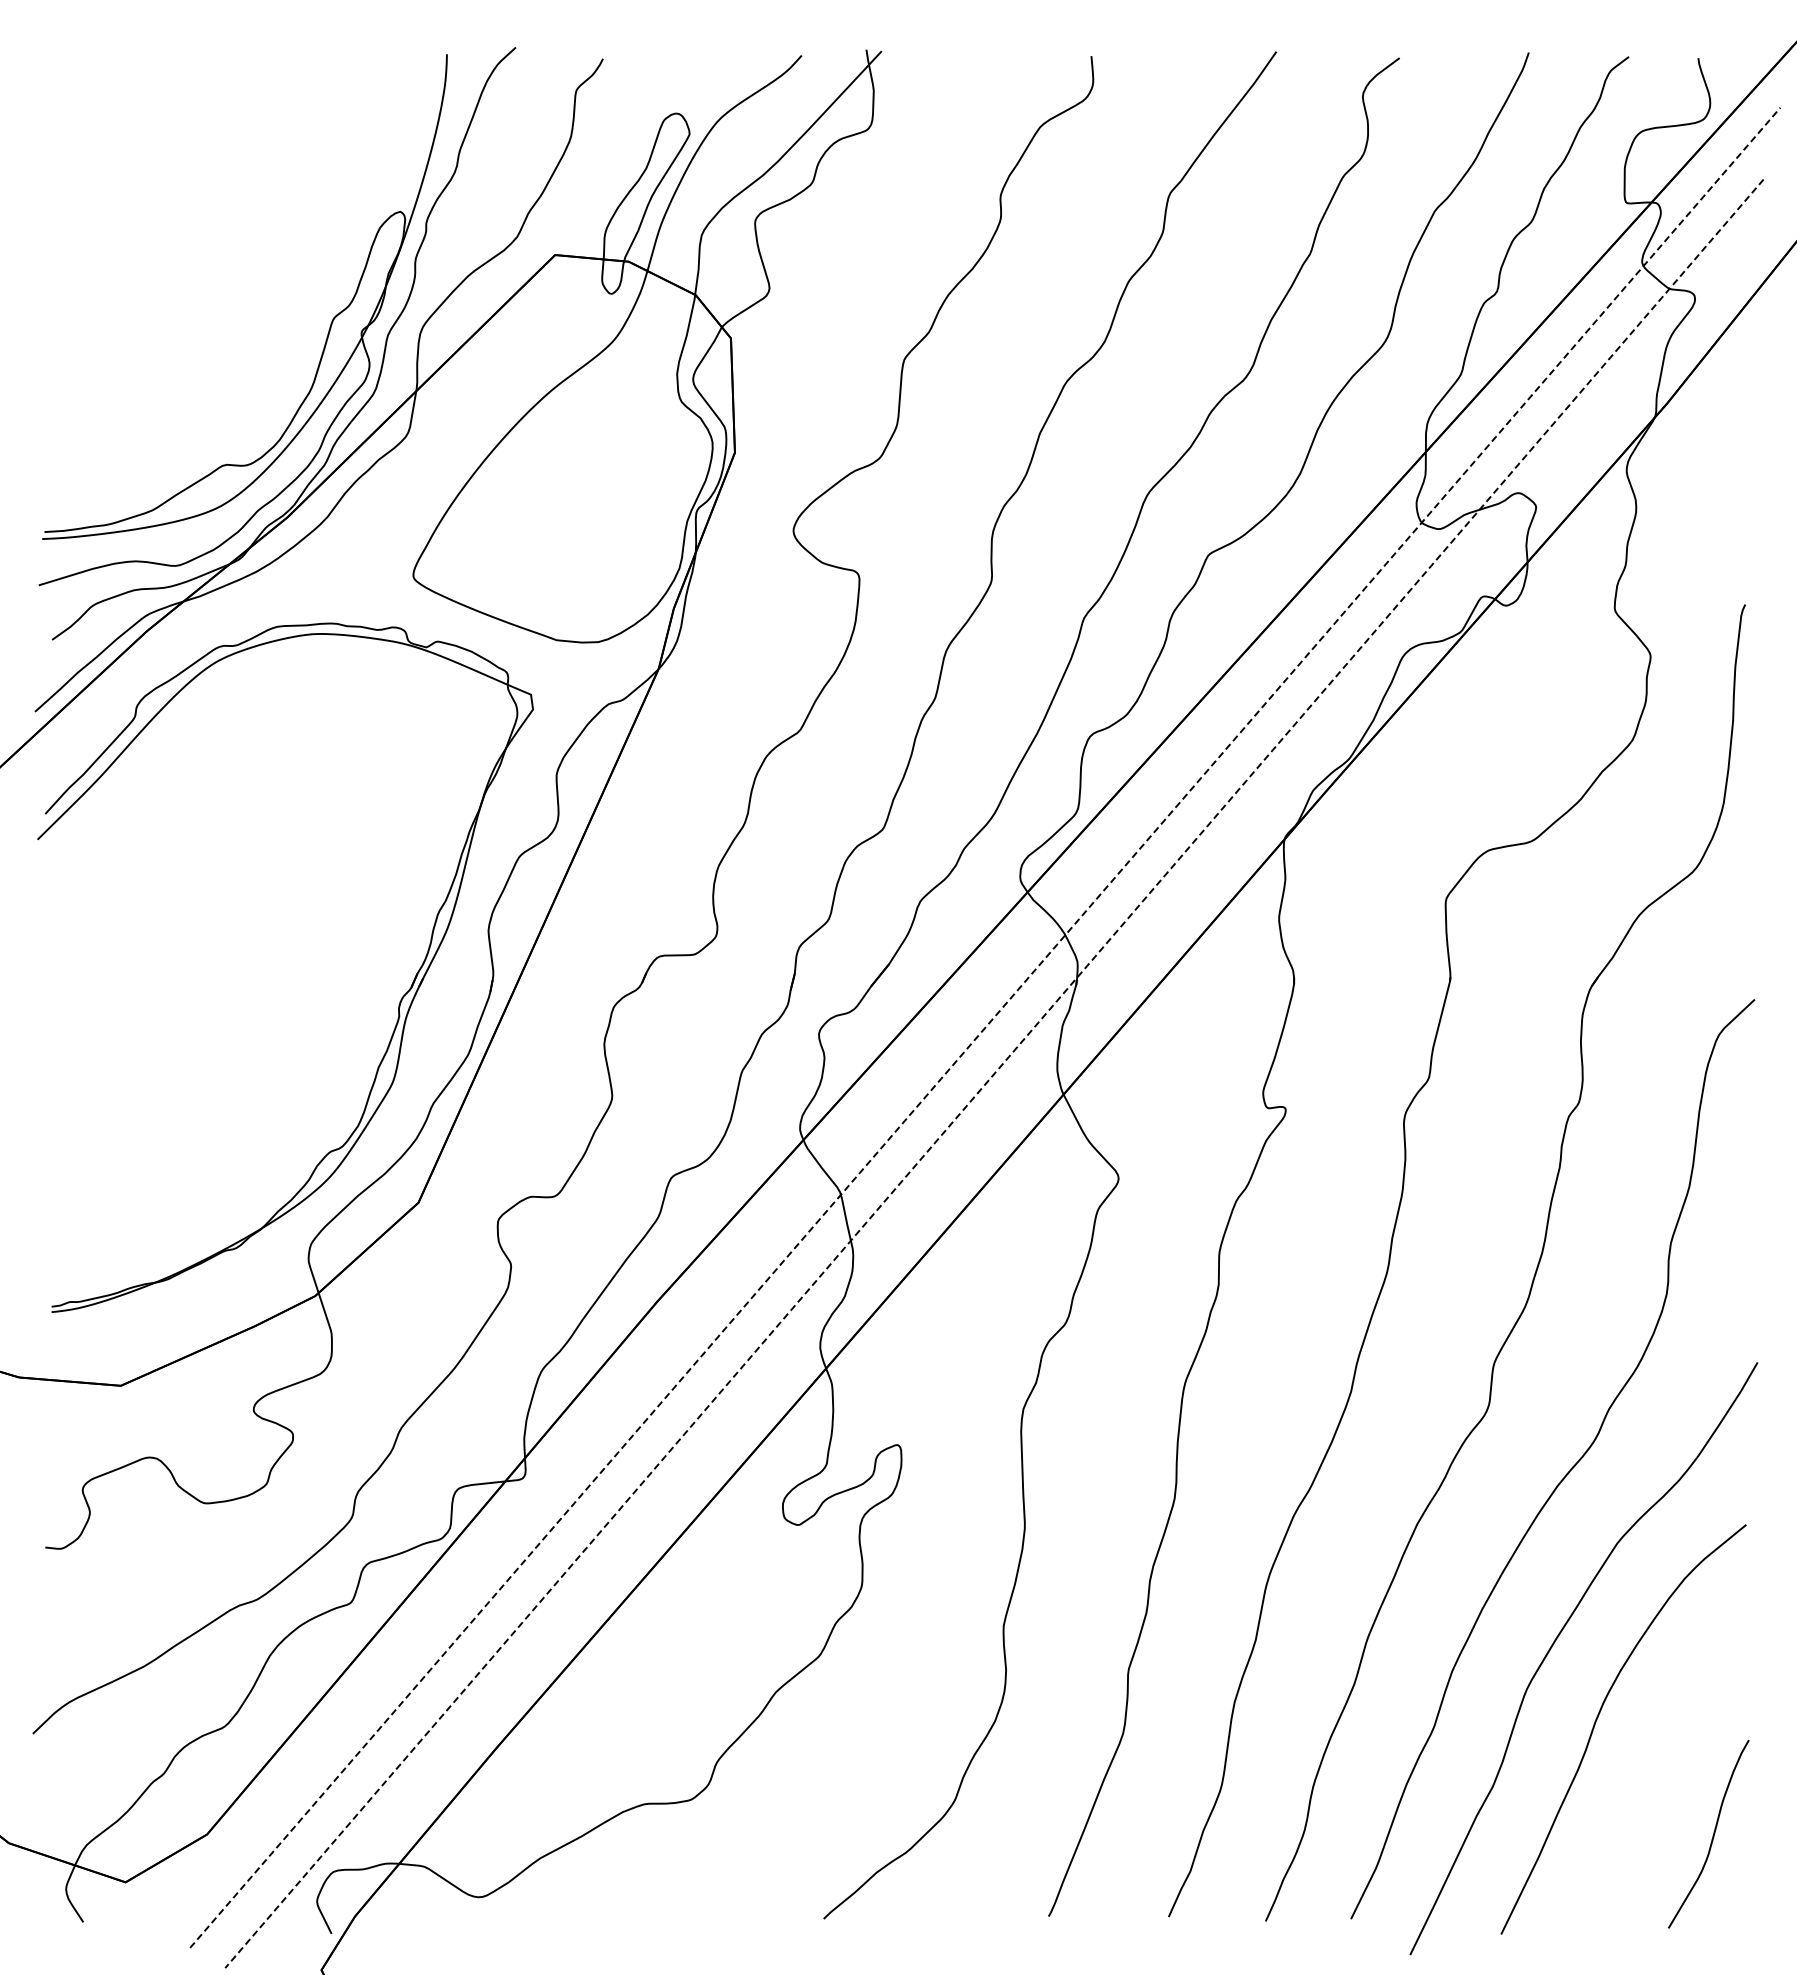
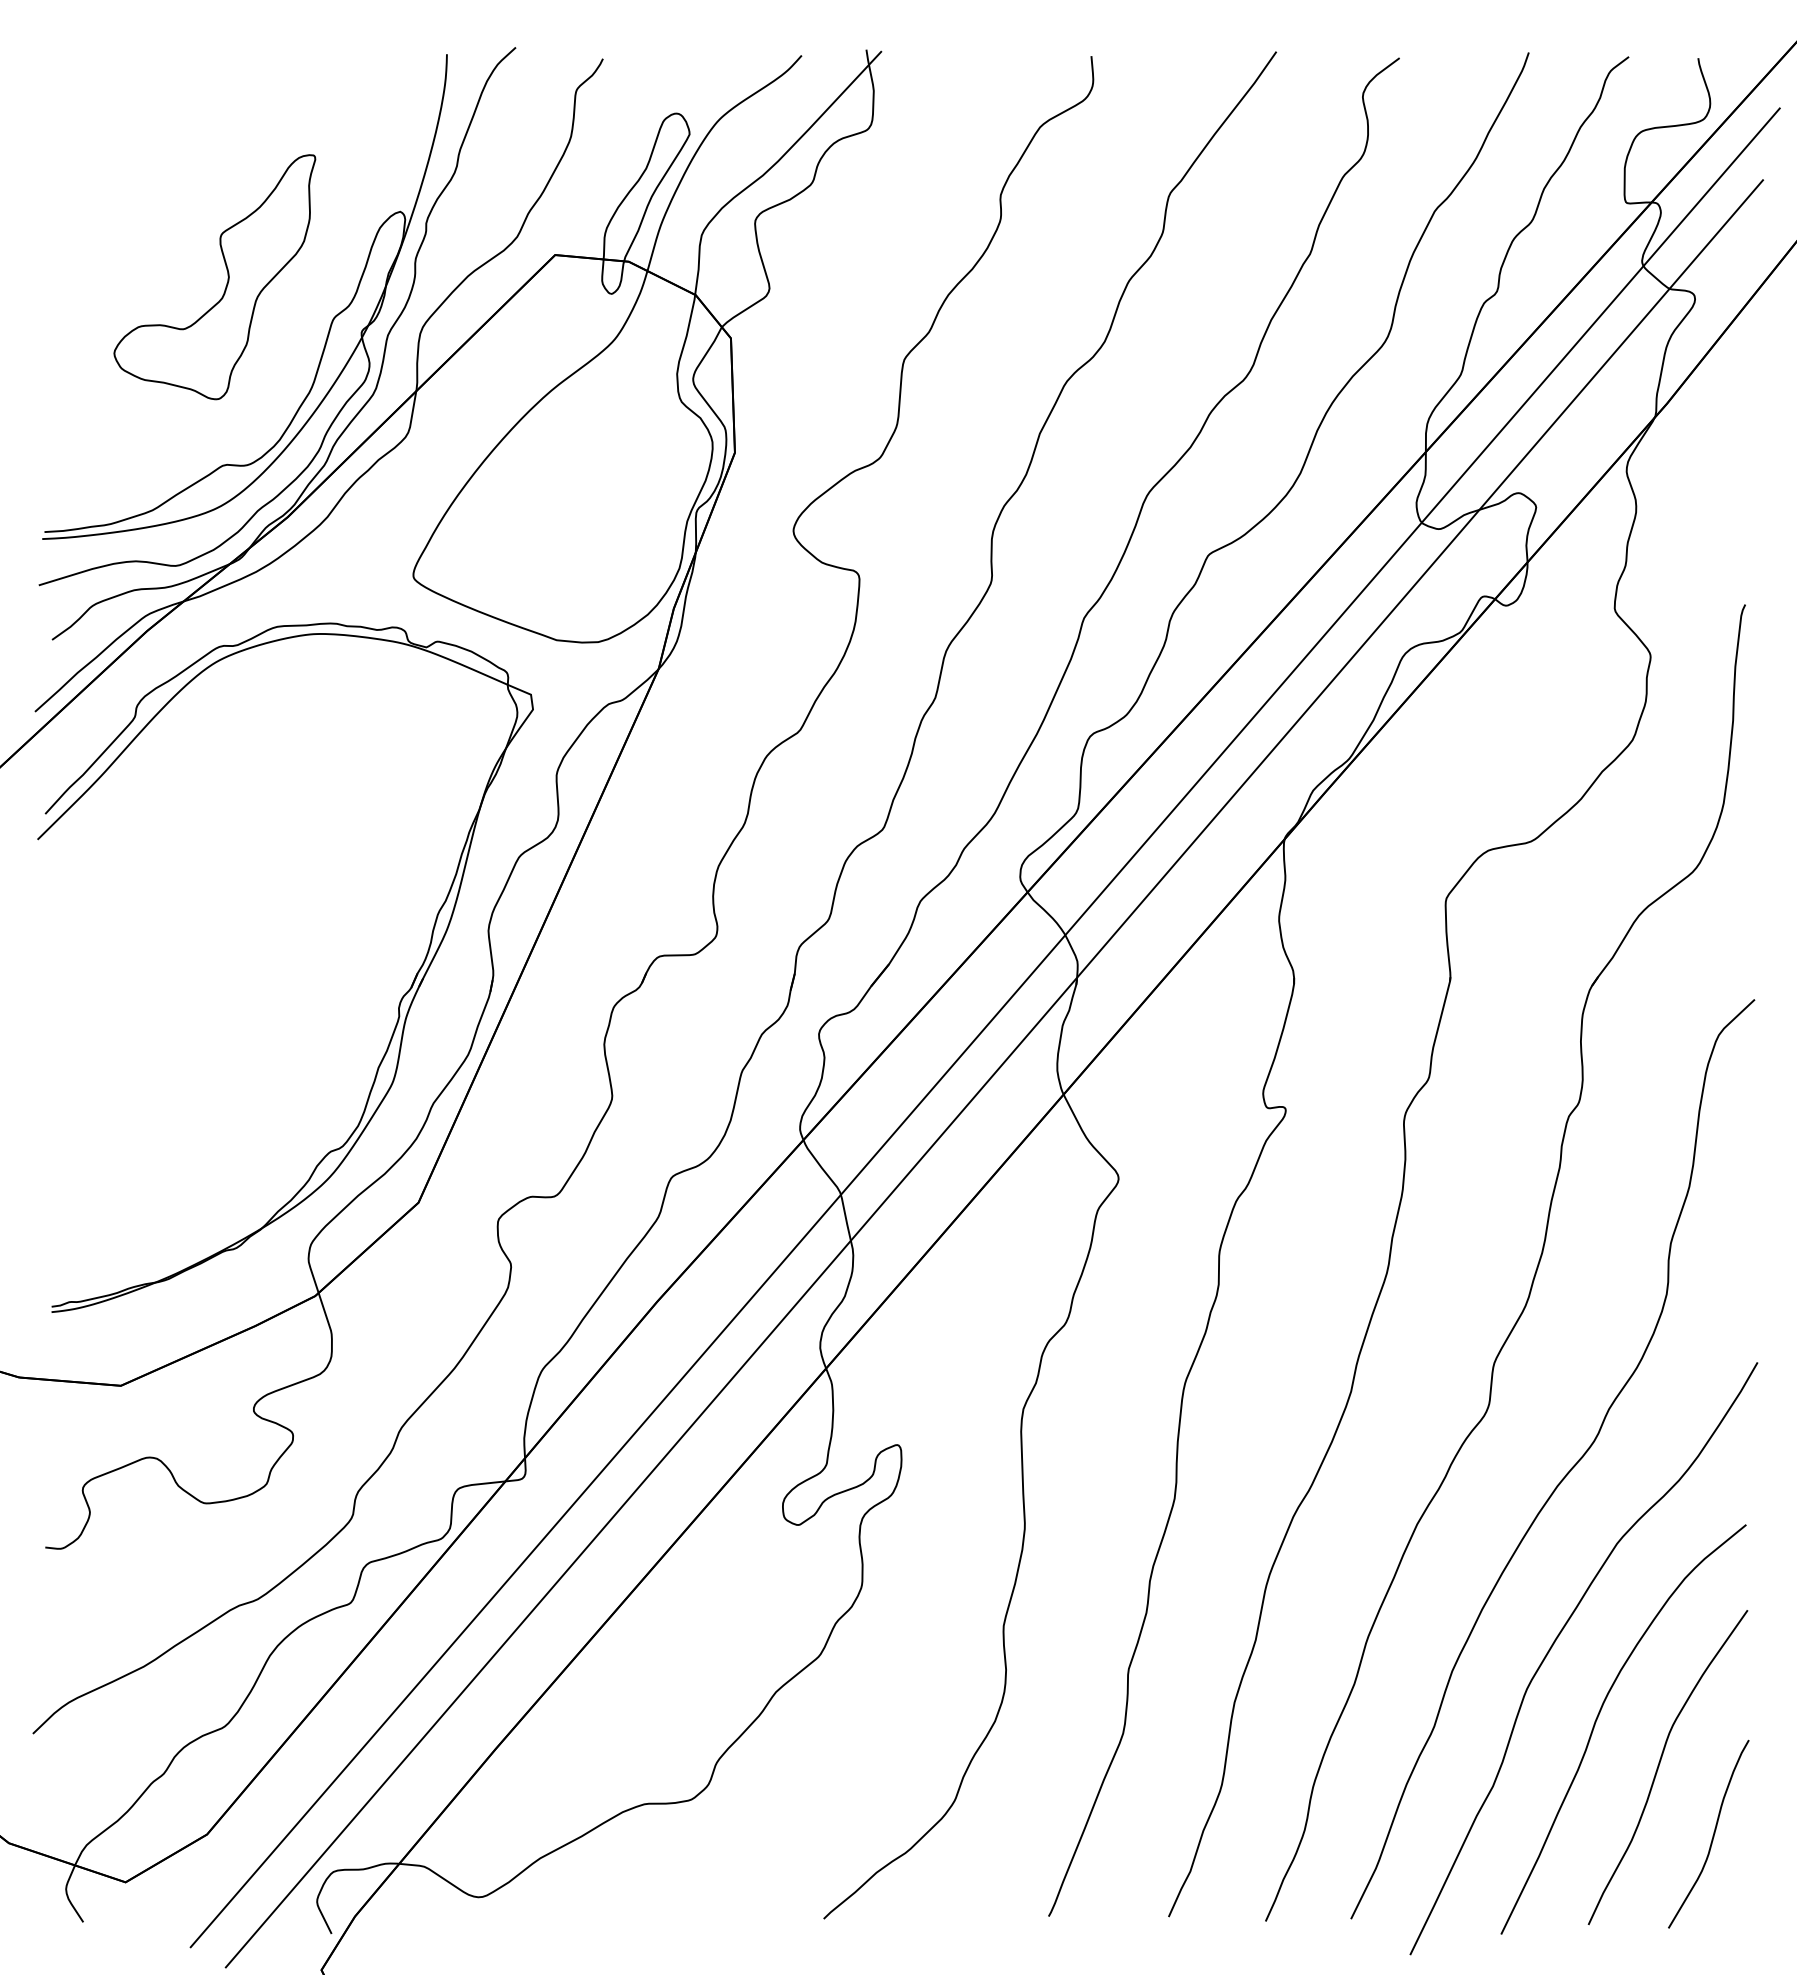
part at (227, 276): none -> present
line at (985, 1027): dashed -> solid
line at (994, 1073): dashed -> solid
curve at (1660, 1763): none -> present
